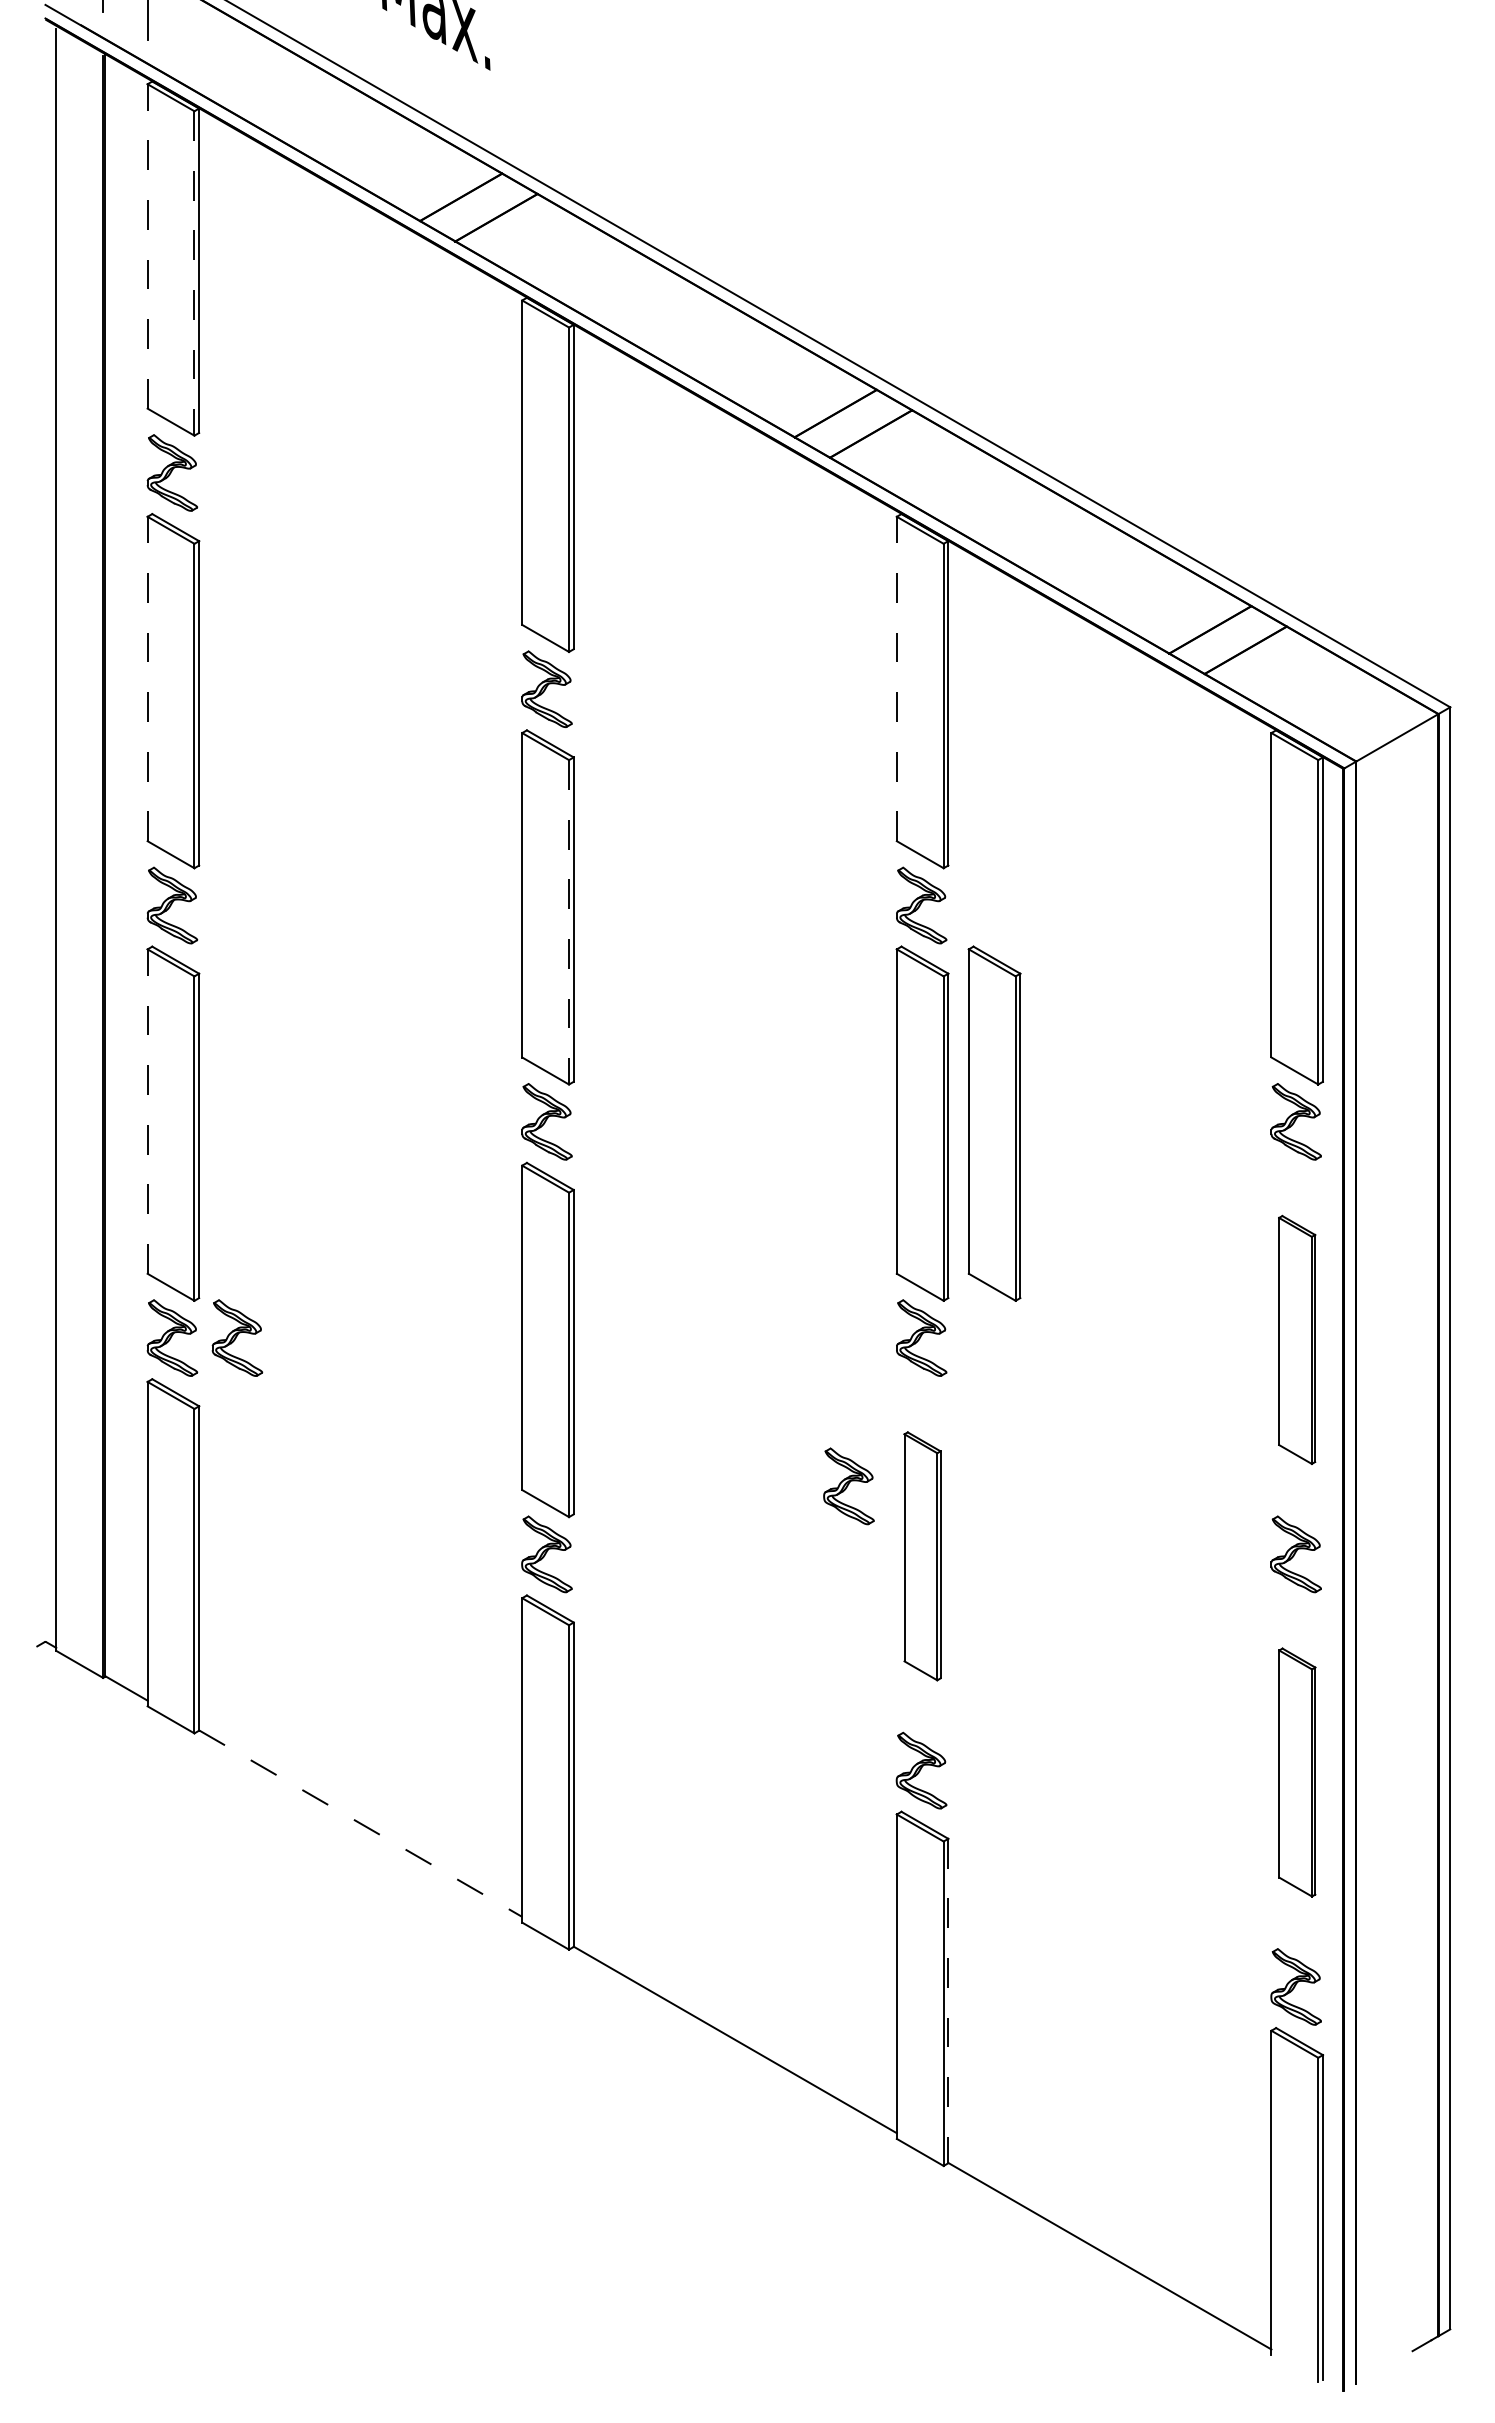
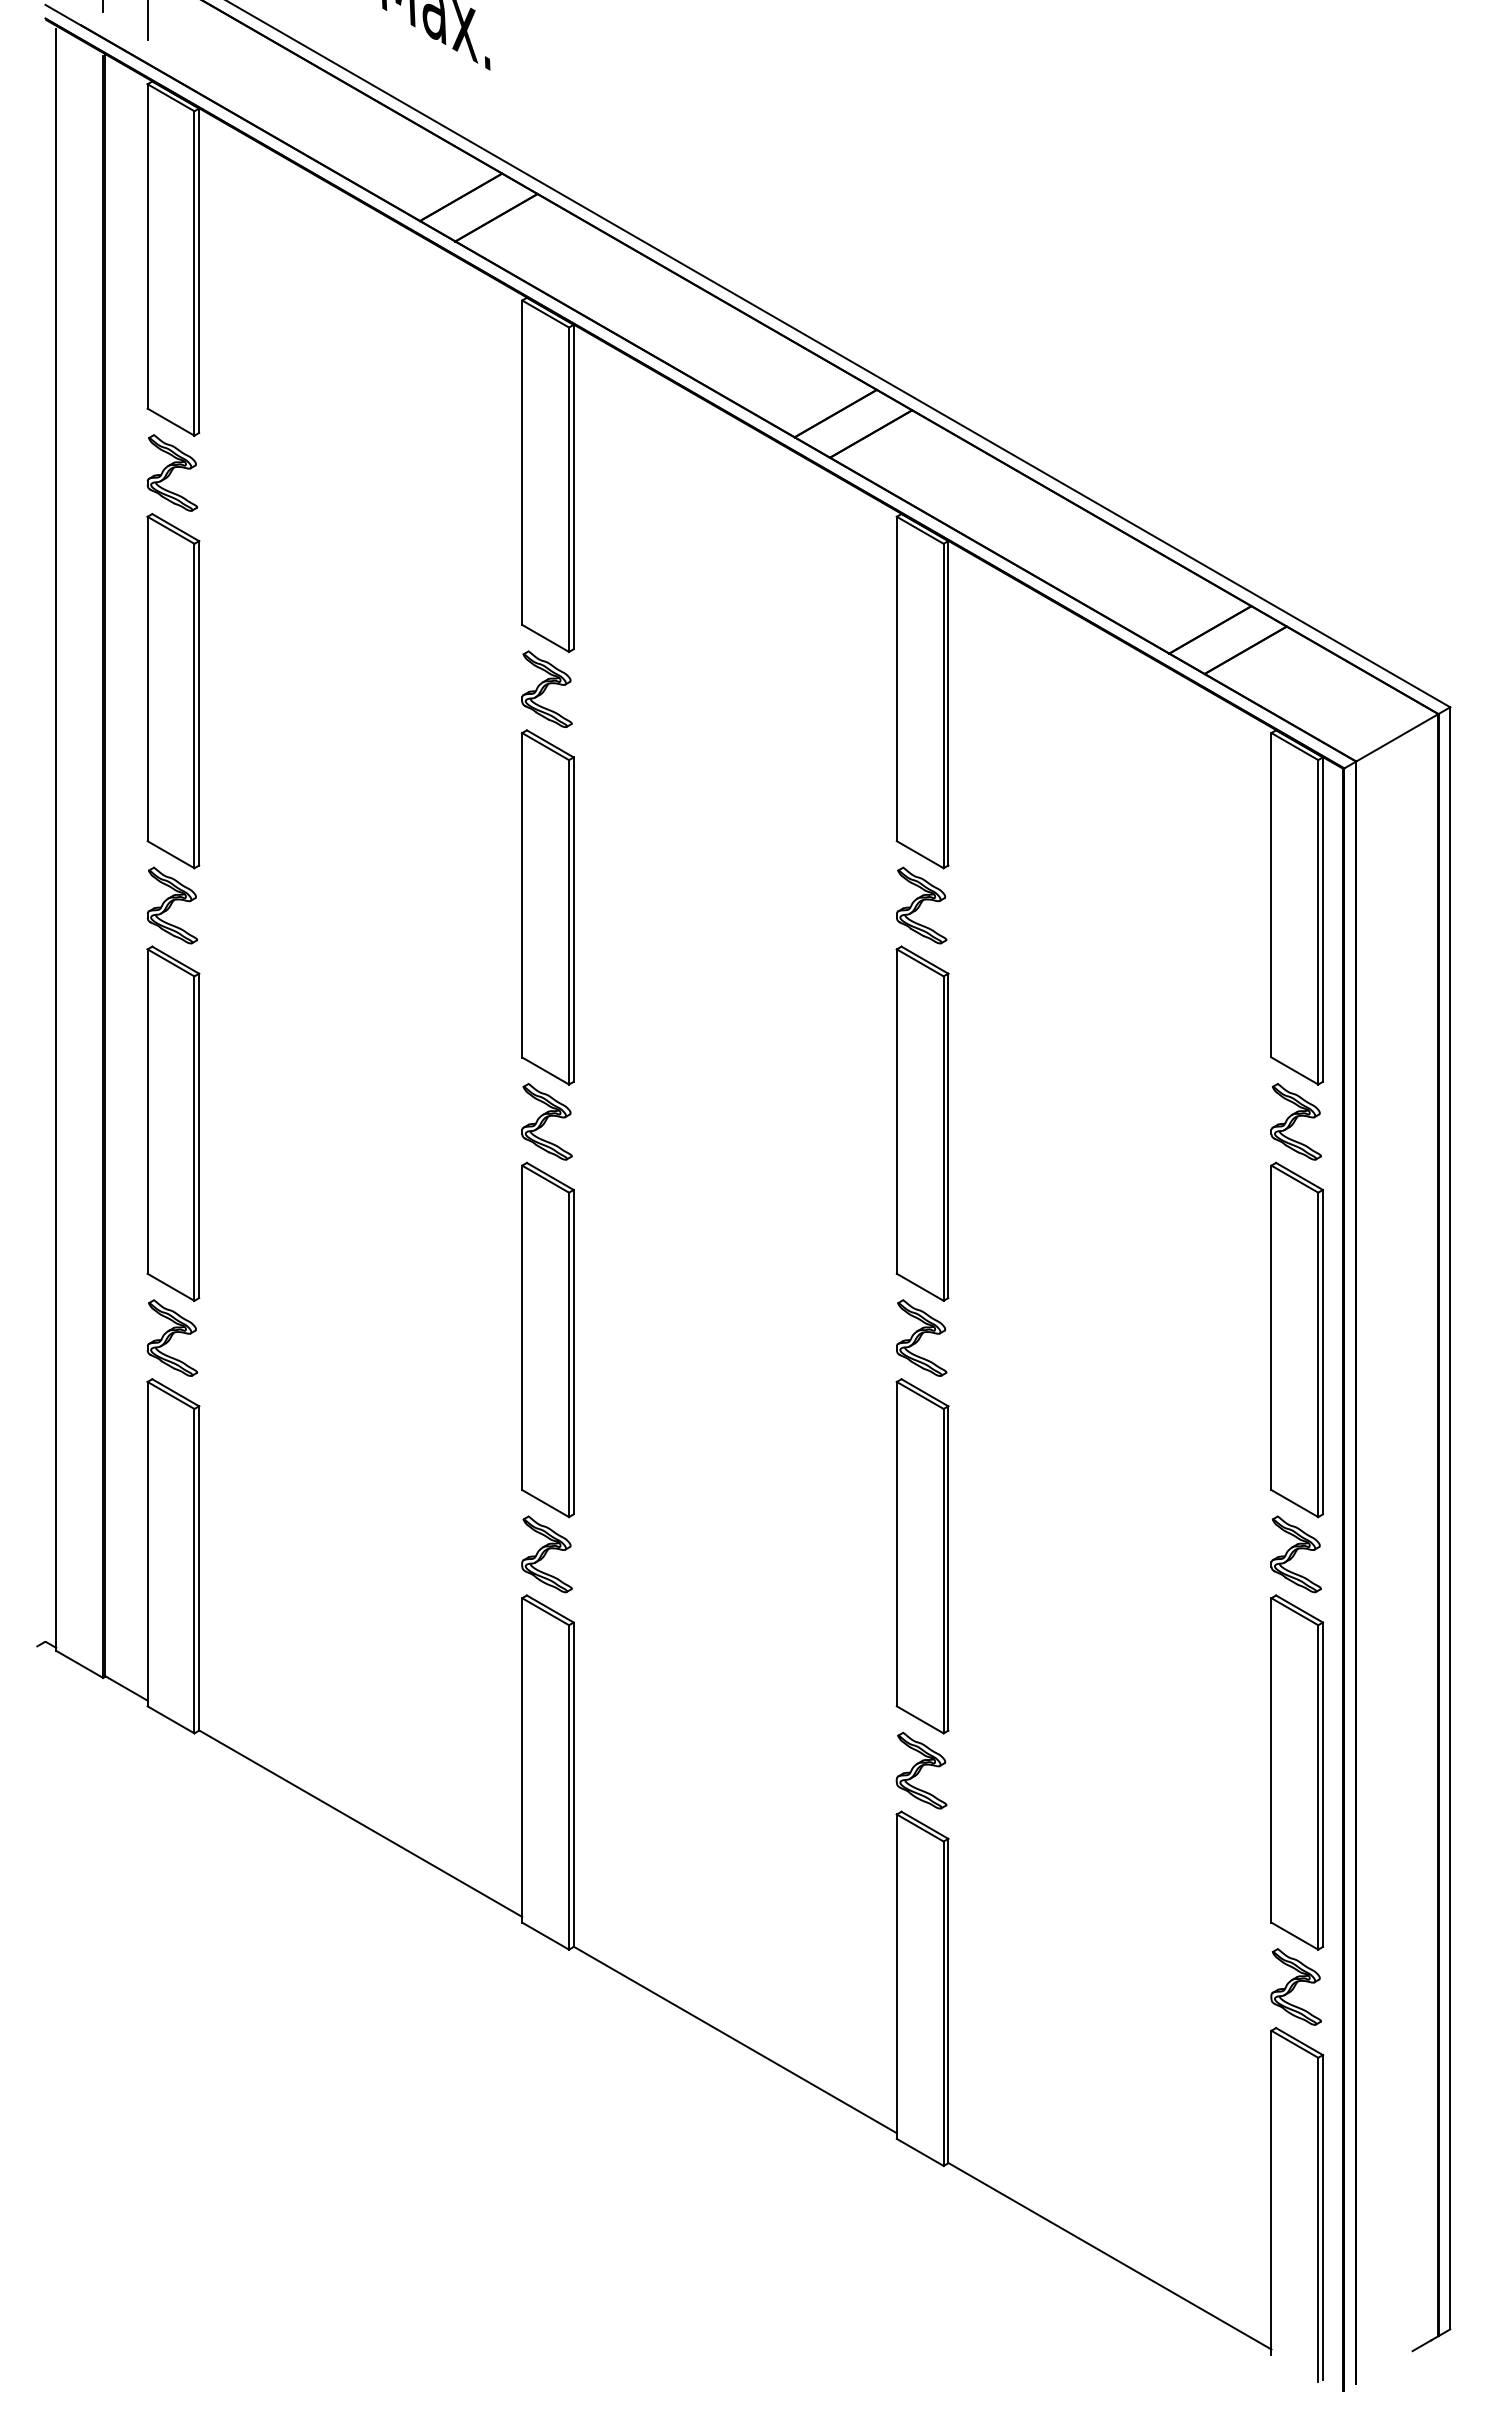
line at (147, 245): dashed -> solid
line at (194, 273): dashed -> solid
line at (147, 678): dashed -> solid
line at (896, 678): dashed -> solid
line at (569, 922): dashed -> solid
line at (147, 1111): dashed -> solid
part at (994, 1123): present -> none
part at (237, 1337): present -> none
part at (1297, 1339) size: 39x251 px -> 54x358 px
part at (848, 1486): present -> none
part at (922, 1556) size: 39x251 px -> 55x357 px
part at (1297, 1772) size: 39x251 px -> 55x357 px
line at (360, 1823): dashed -> solid
line at (948, 2001): dashed -> solid
